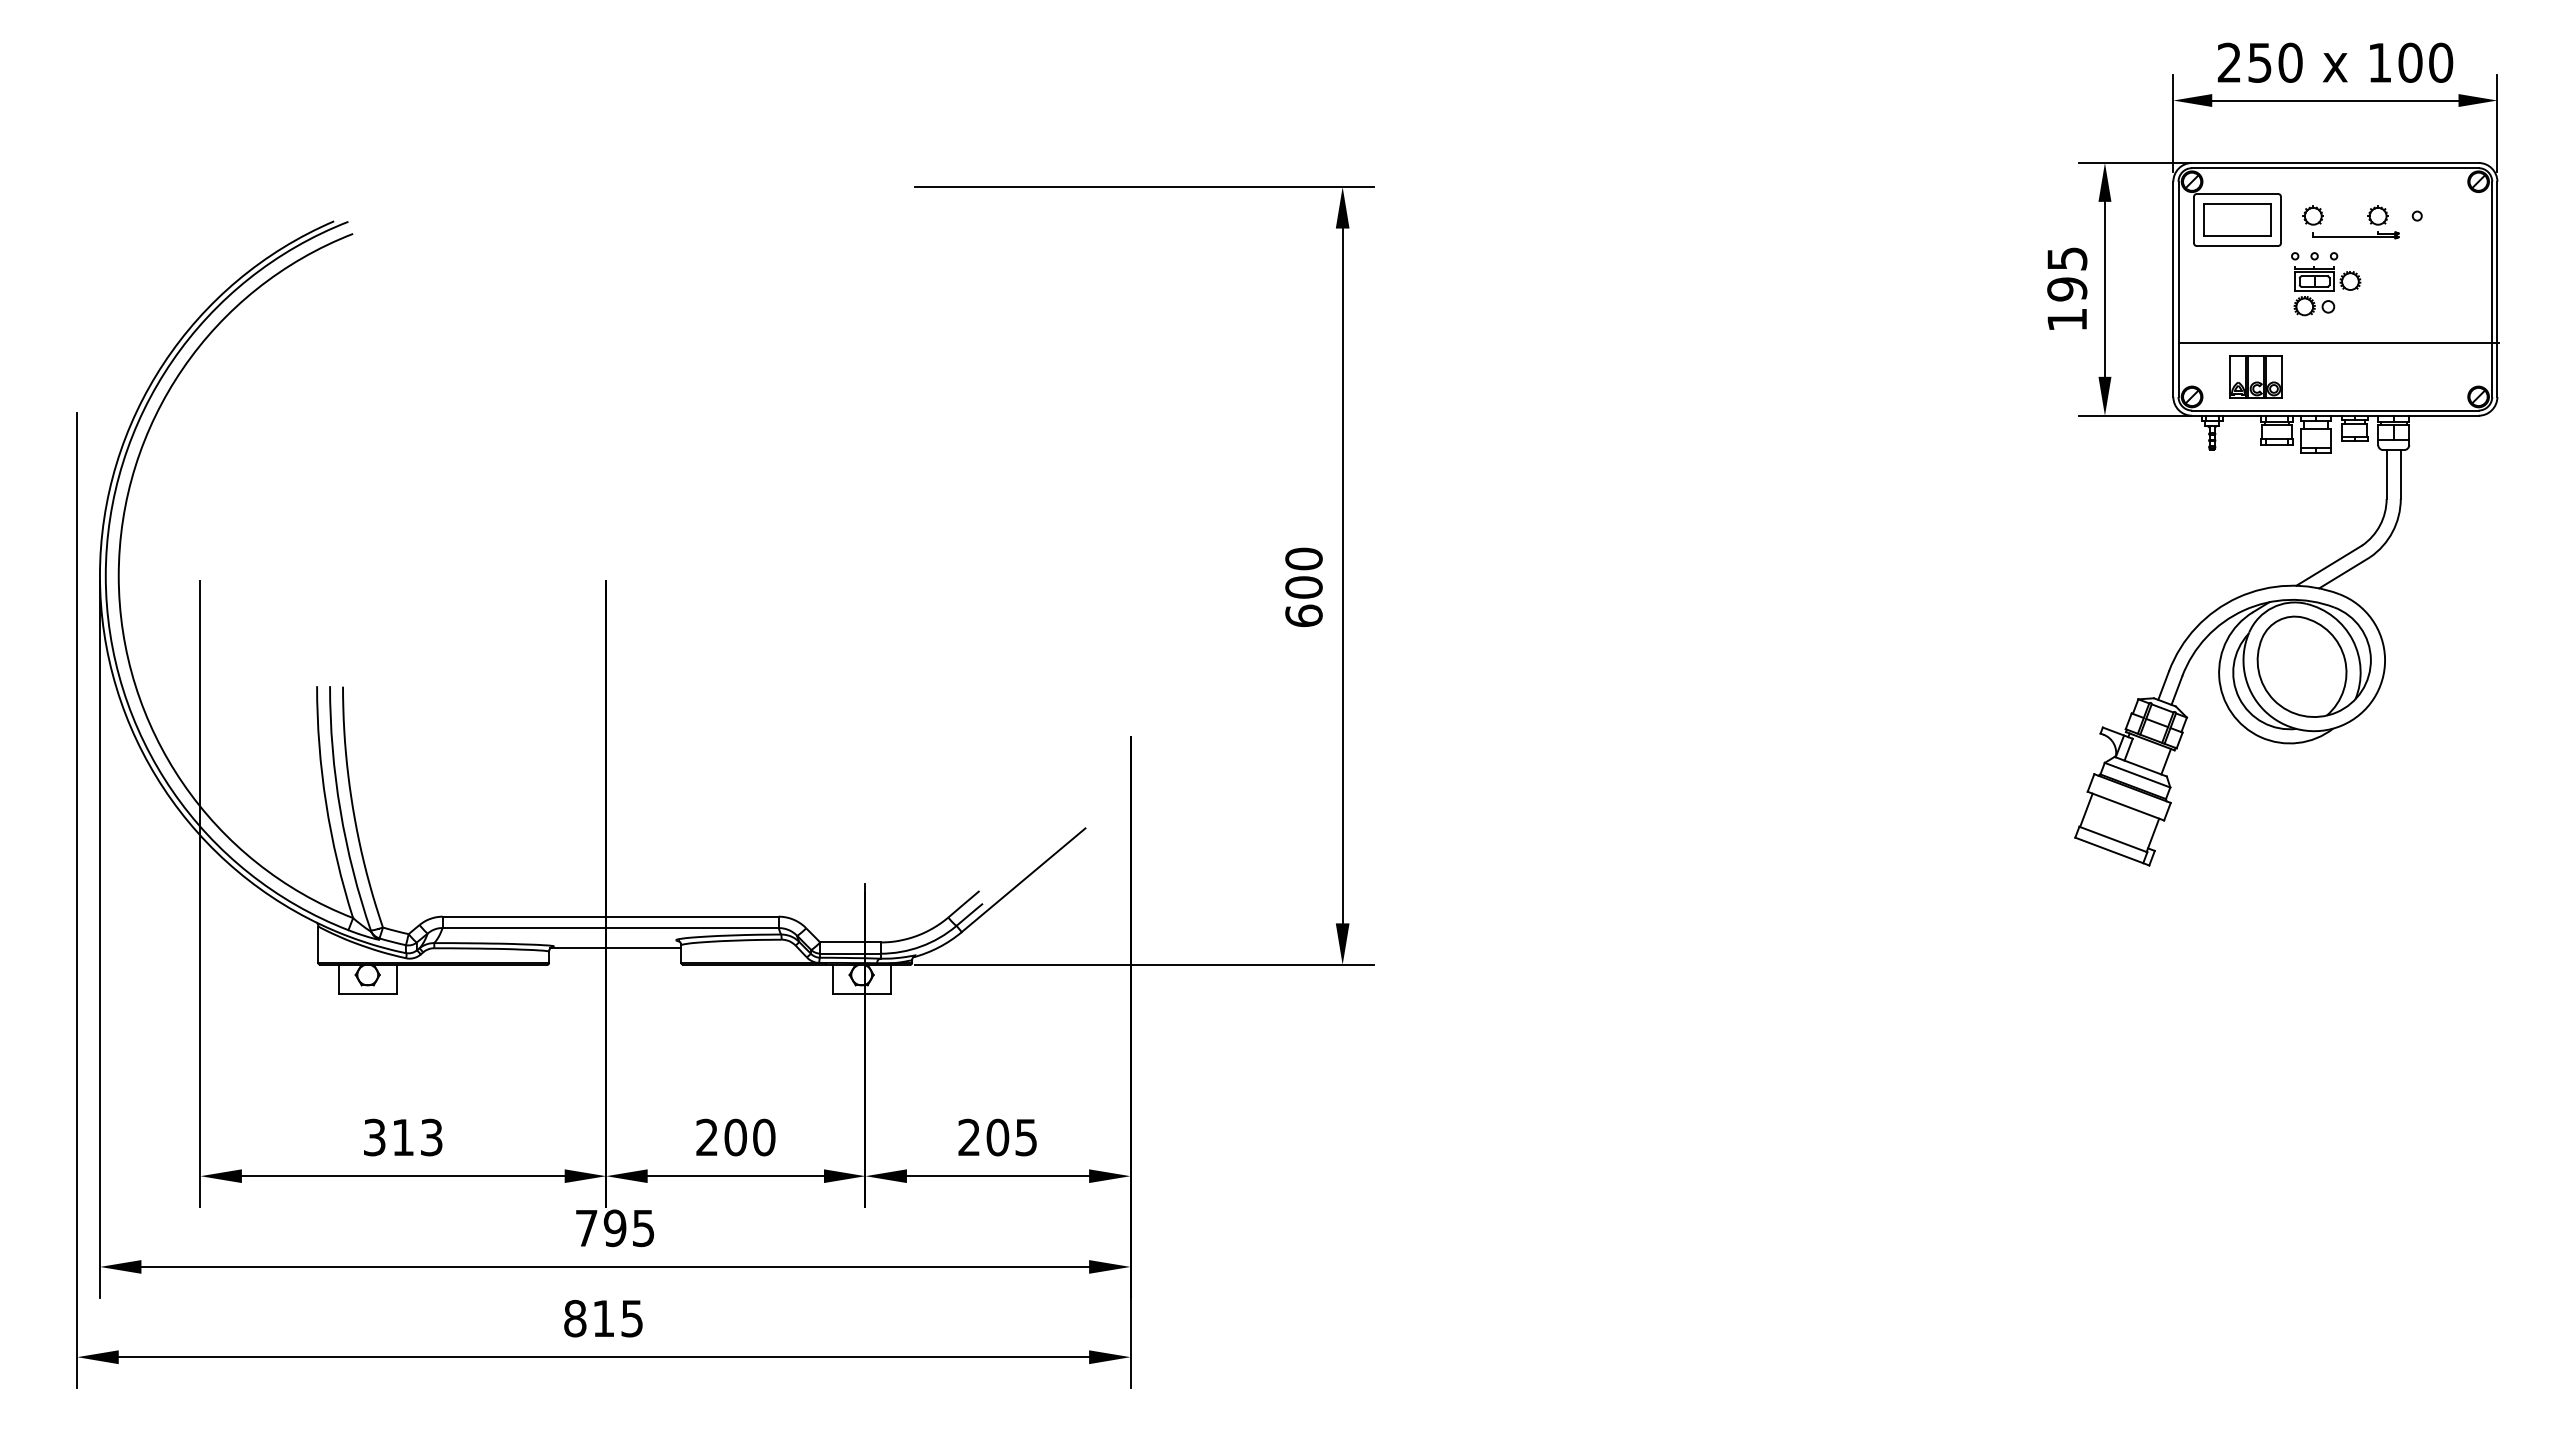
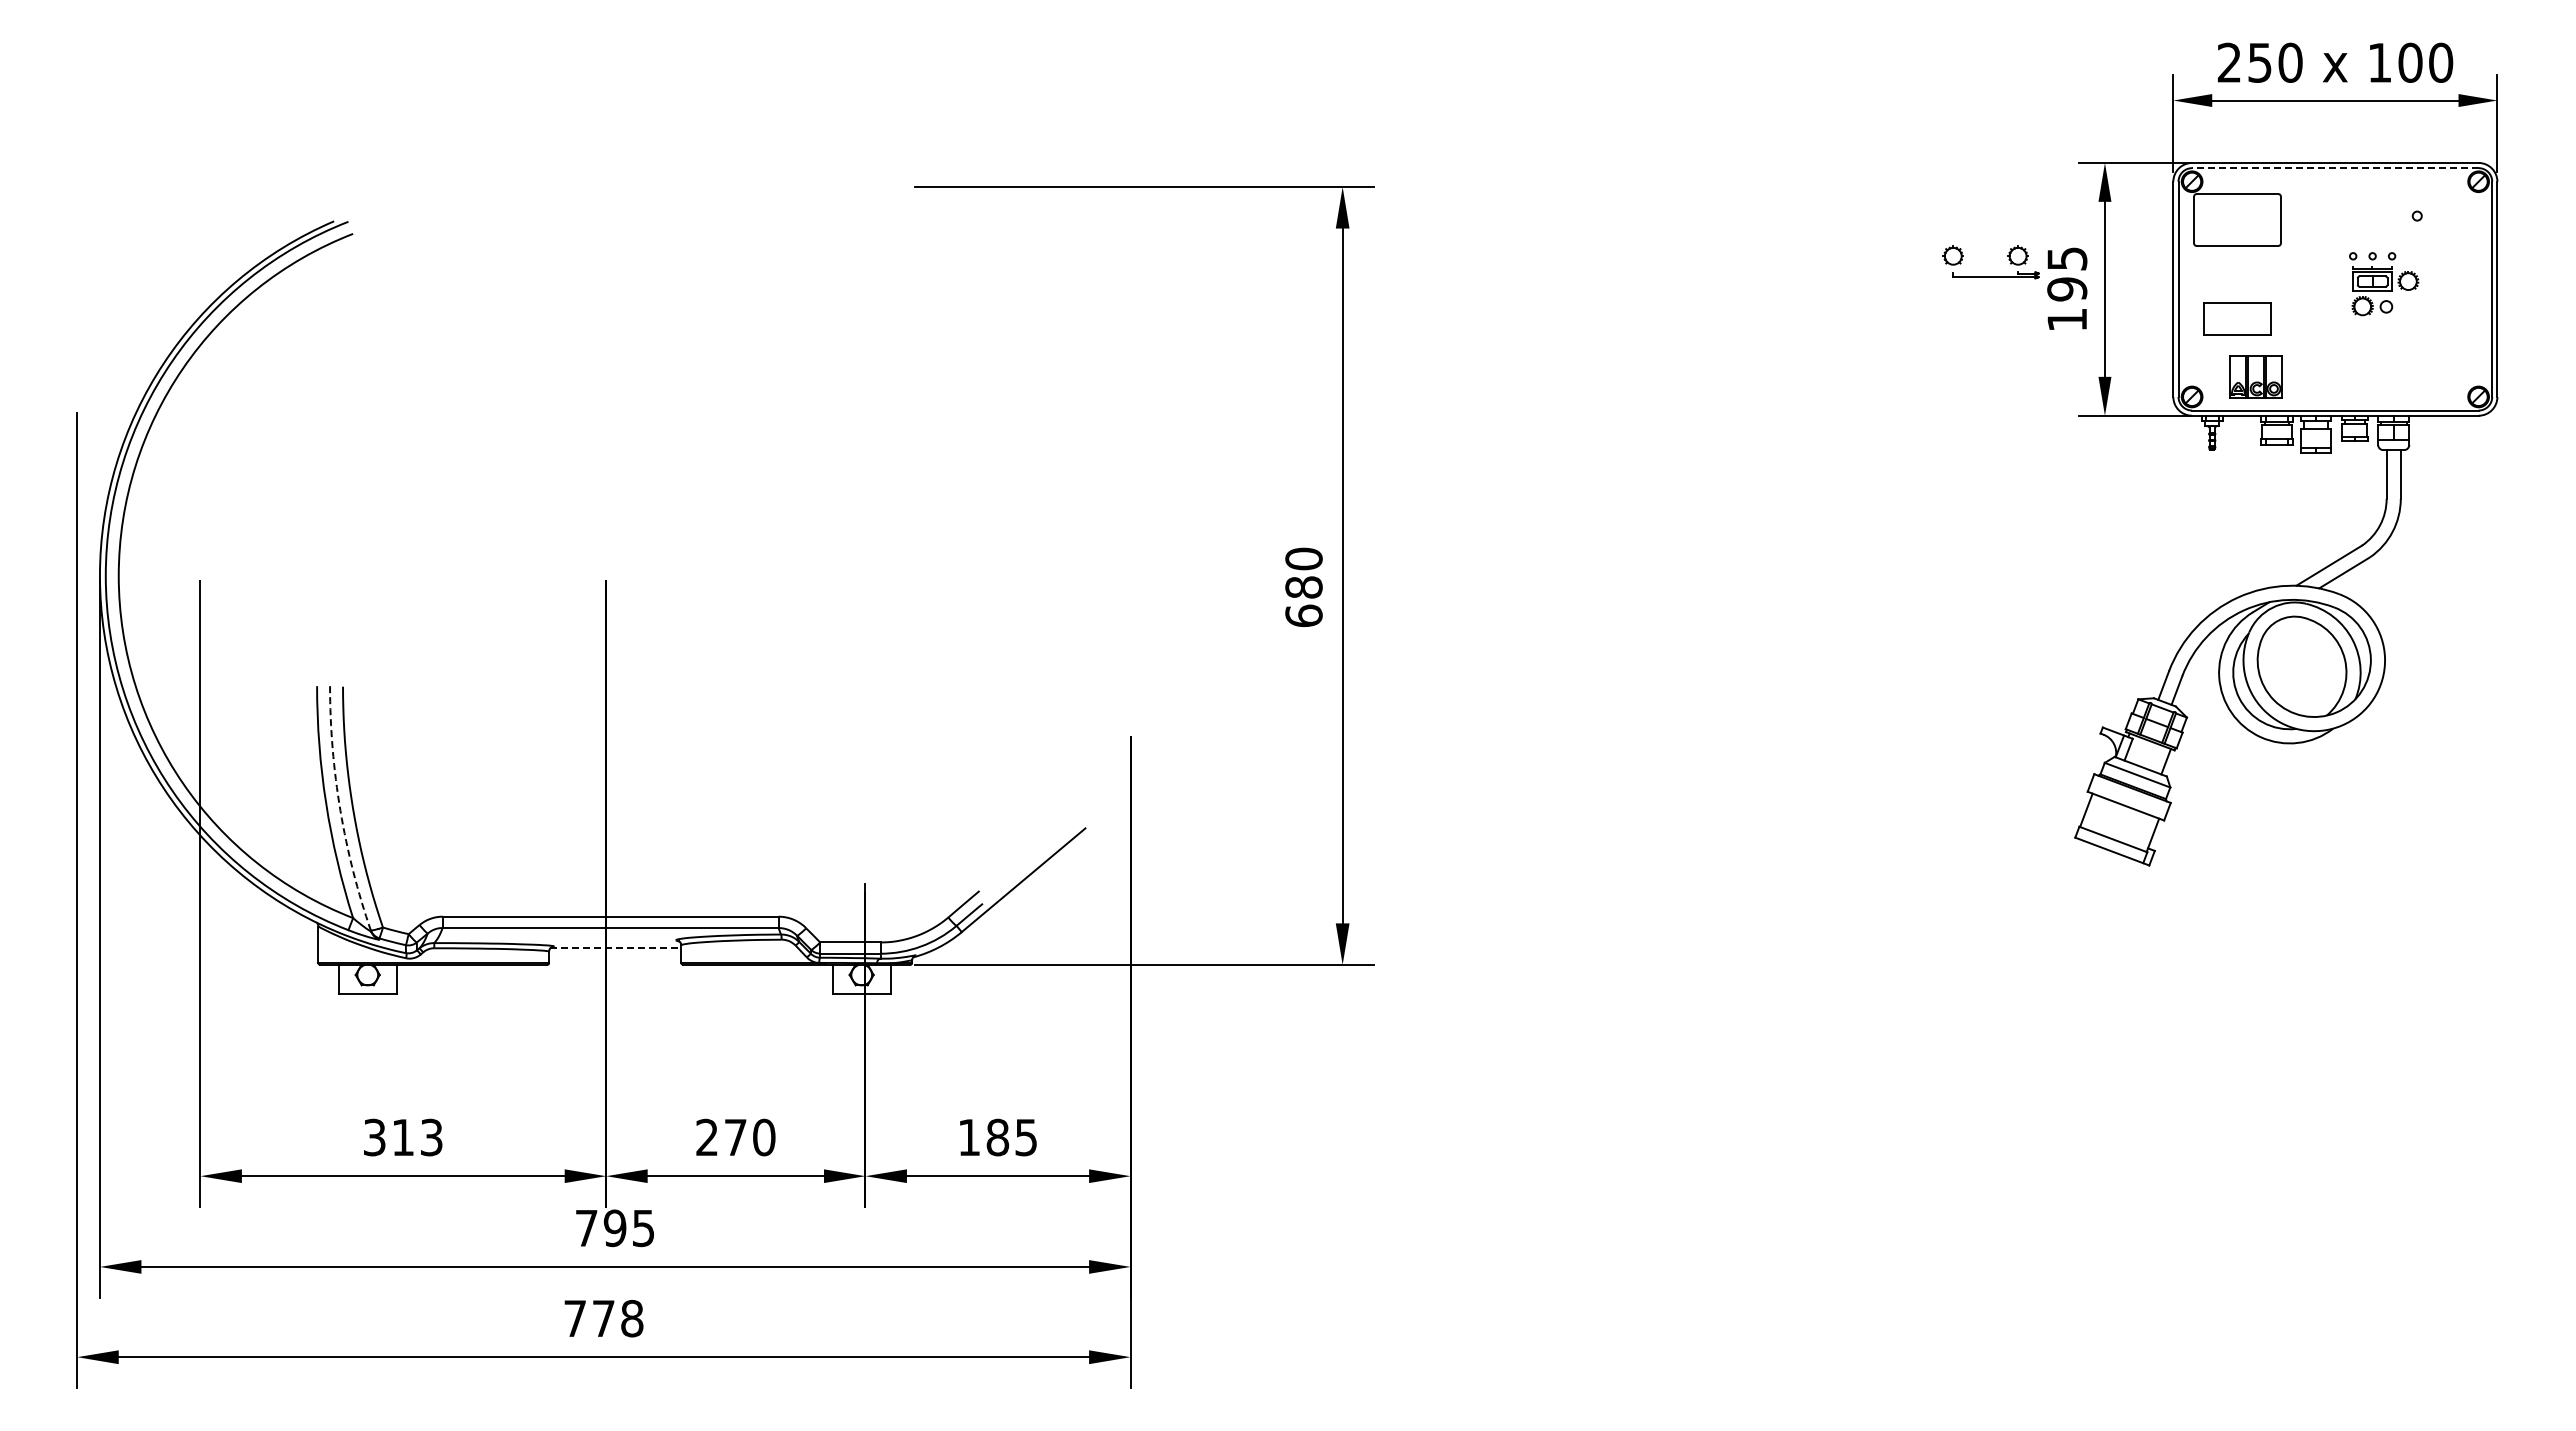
line at (2334, 168): solid -> dashed
part at (2237, 219) position: (2237, 219) -> (2237, 318)
part at (2350, 236) position: (2350, 236) -> (1990, 276)
part at (2326, 284) position: (2326, 284) -> (2384, 284)
line at (2338, 343): present -> none
text at (1303, 587): 600 -> 680
arc at (340, 810): solid -> dashed
line at (615, 948): solid -> dashed
text at (735, 1137): 200 -> 270
text at (983, 1137): 205 -> 185
text at (603, 1318): 815 -> 778
